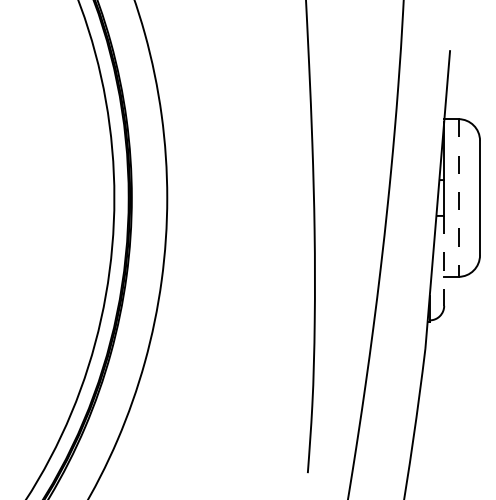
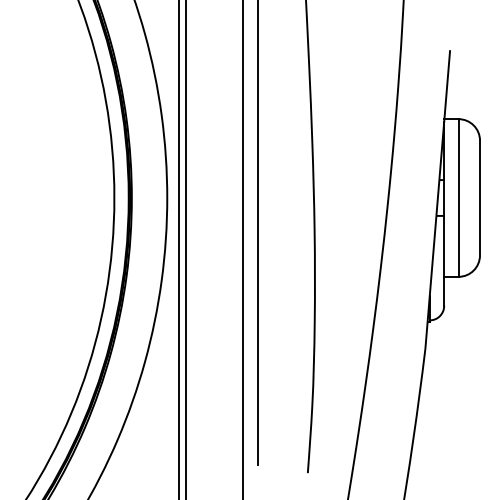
line at (458, 198): dashed -> solid
line at (257, 233): none -> present
line at (178, 249): none -> present
line at (186, 249): none -> present
line at (243, 249): none -> present
line at (444, 260): dashed -> solid
